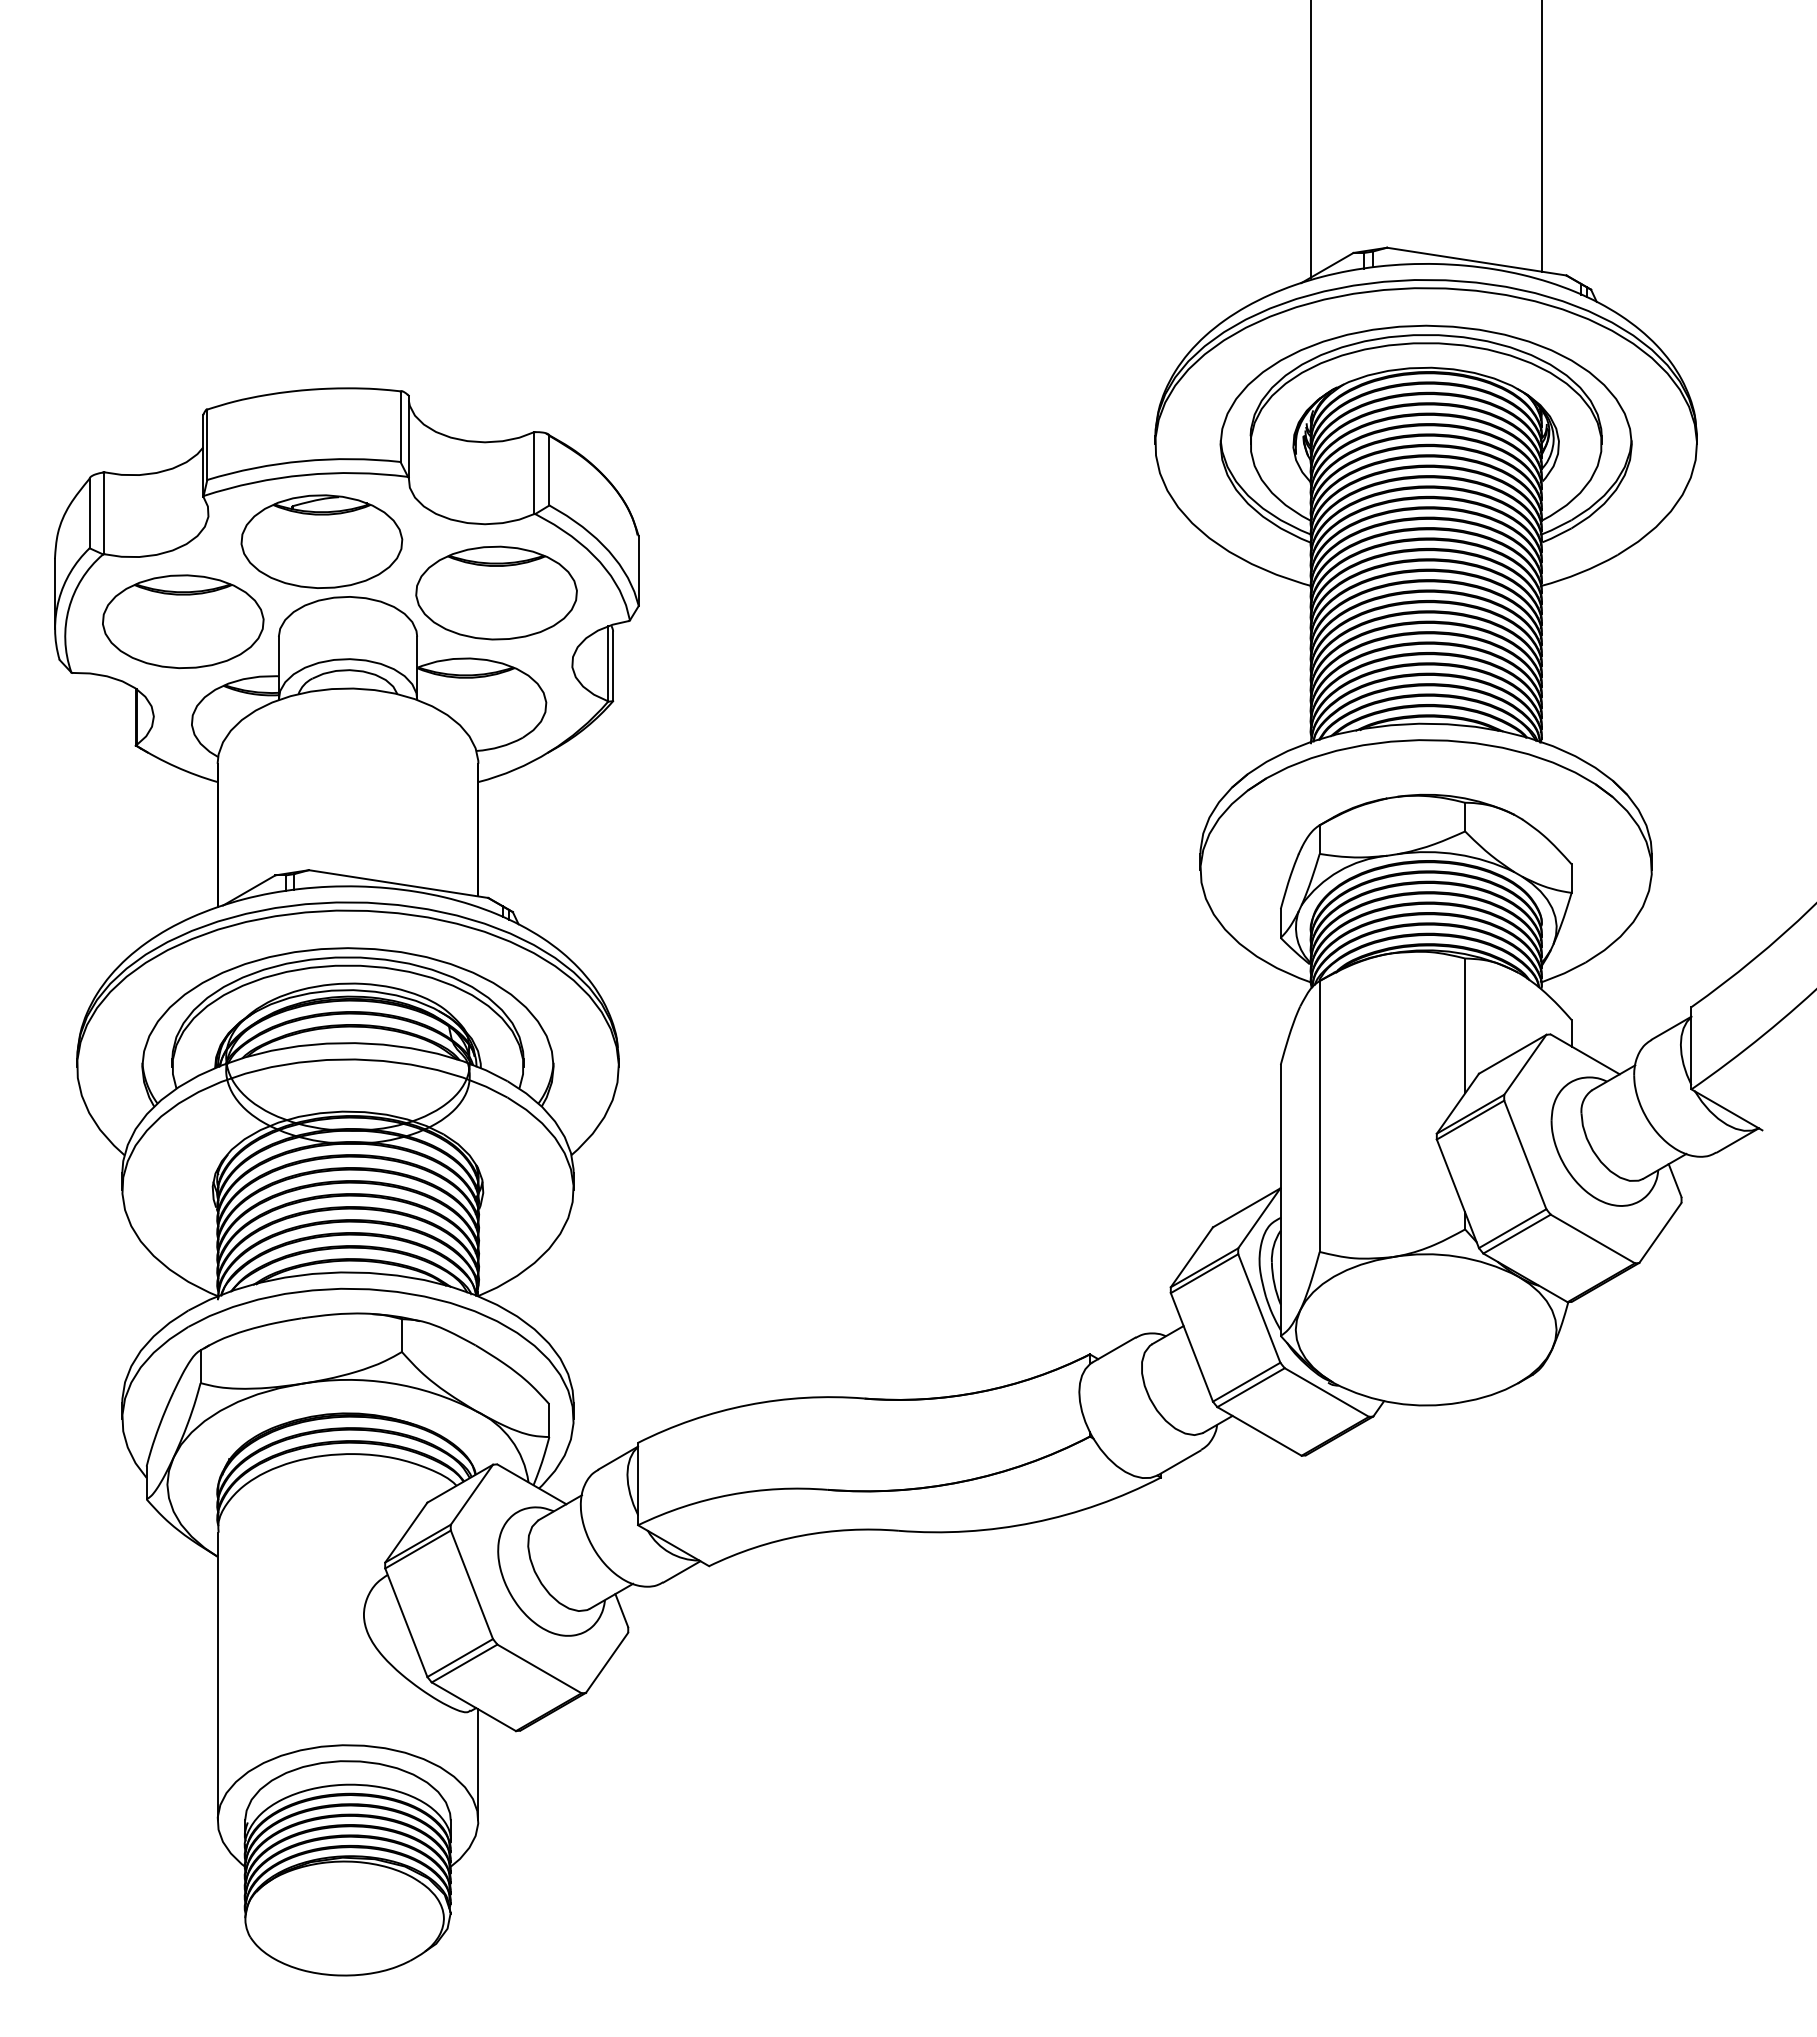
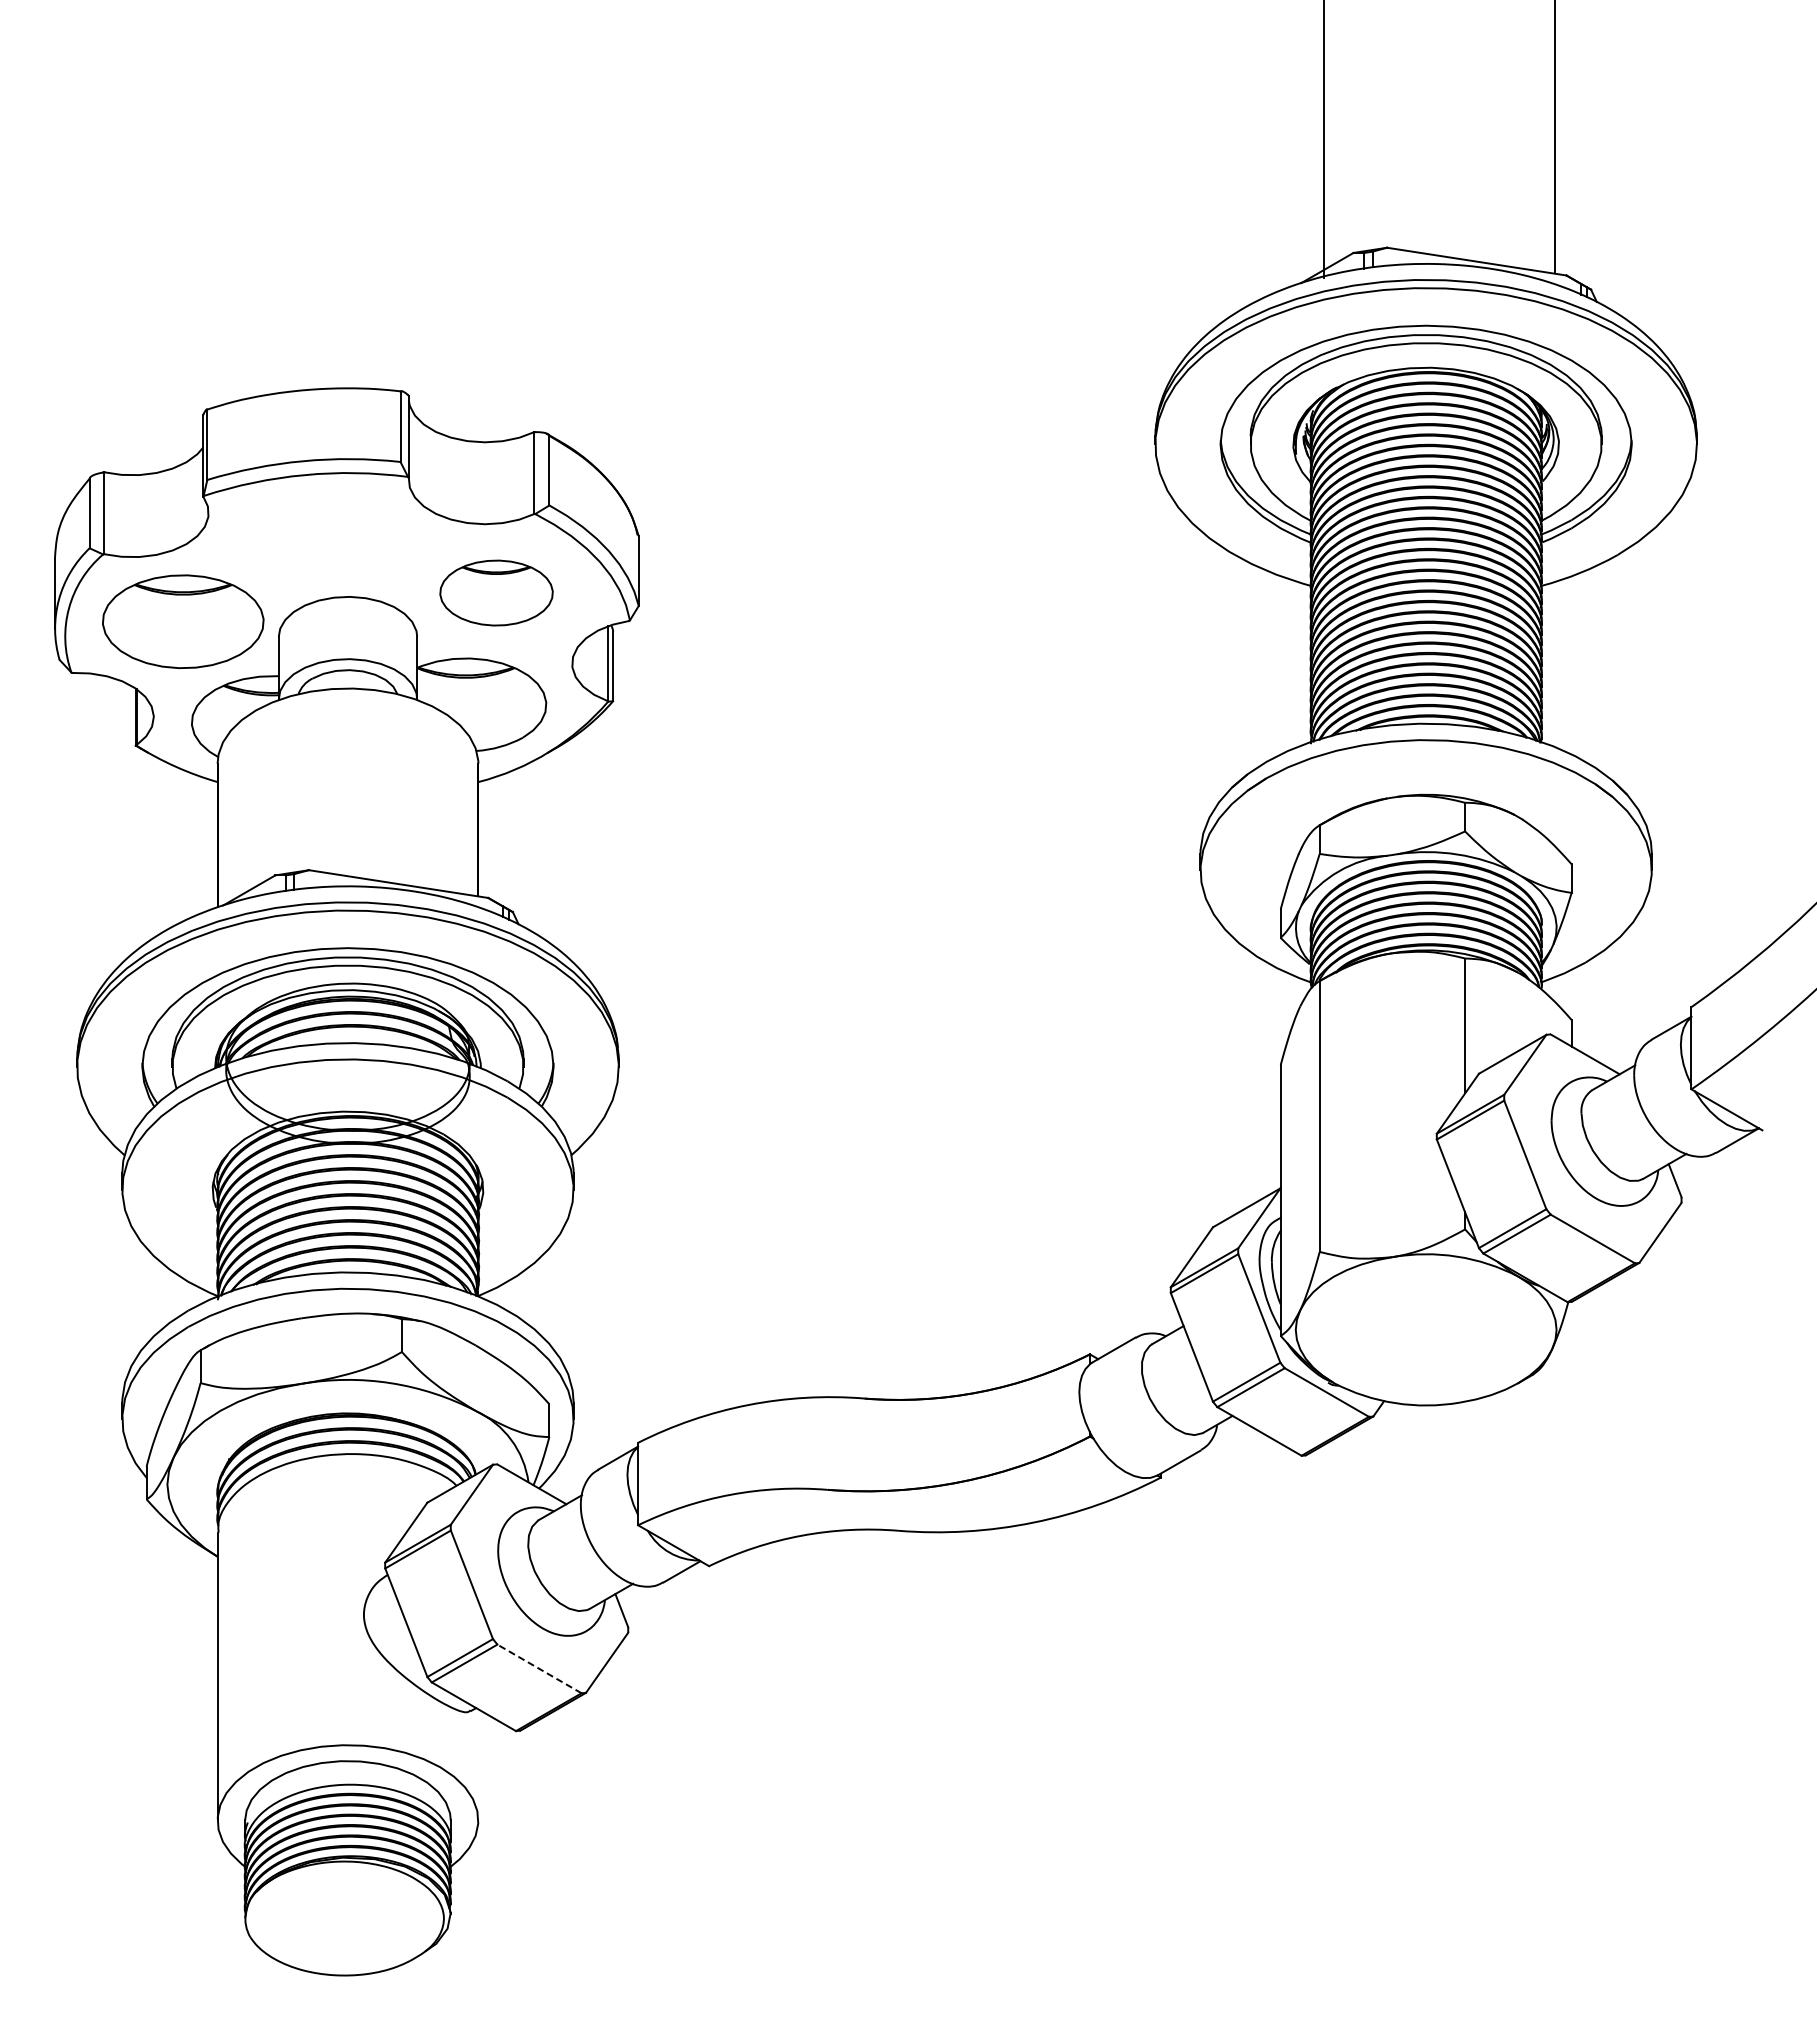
line at (1541, 136) position: (1541, 136) -> (1554, 136)
line at (1310, 139) position: (1310, 139) -> (1323, 139)
part at (321, 541): present -> none
part at (496, 592) size: 163x96 px -> 115x68 px
line at (539, 1668): solid -> dashed
line at (478, 1764): present -> none
